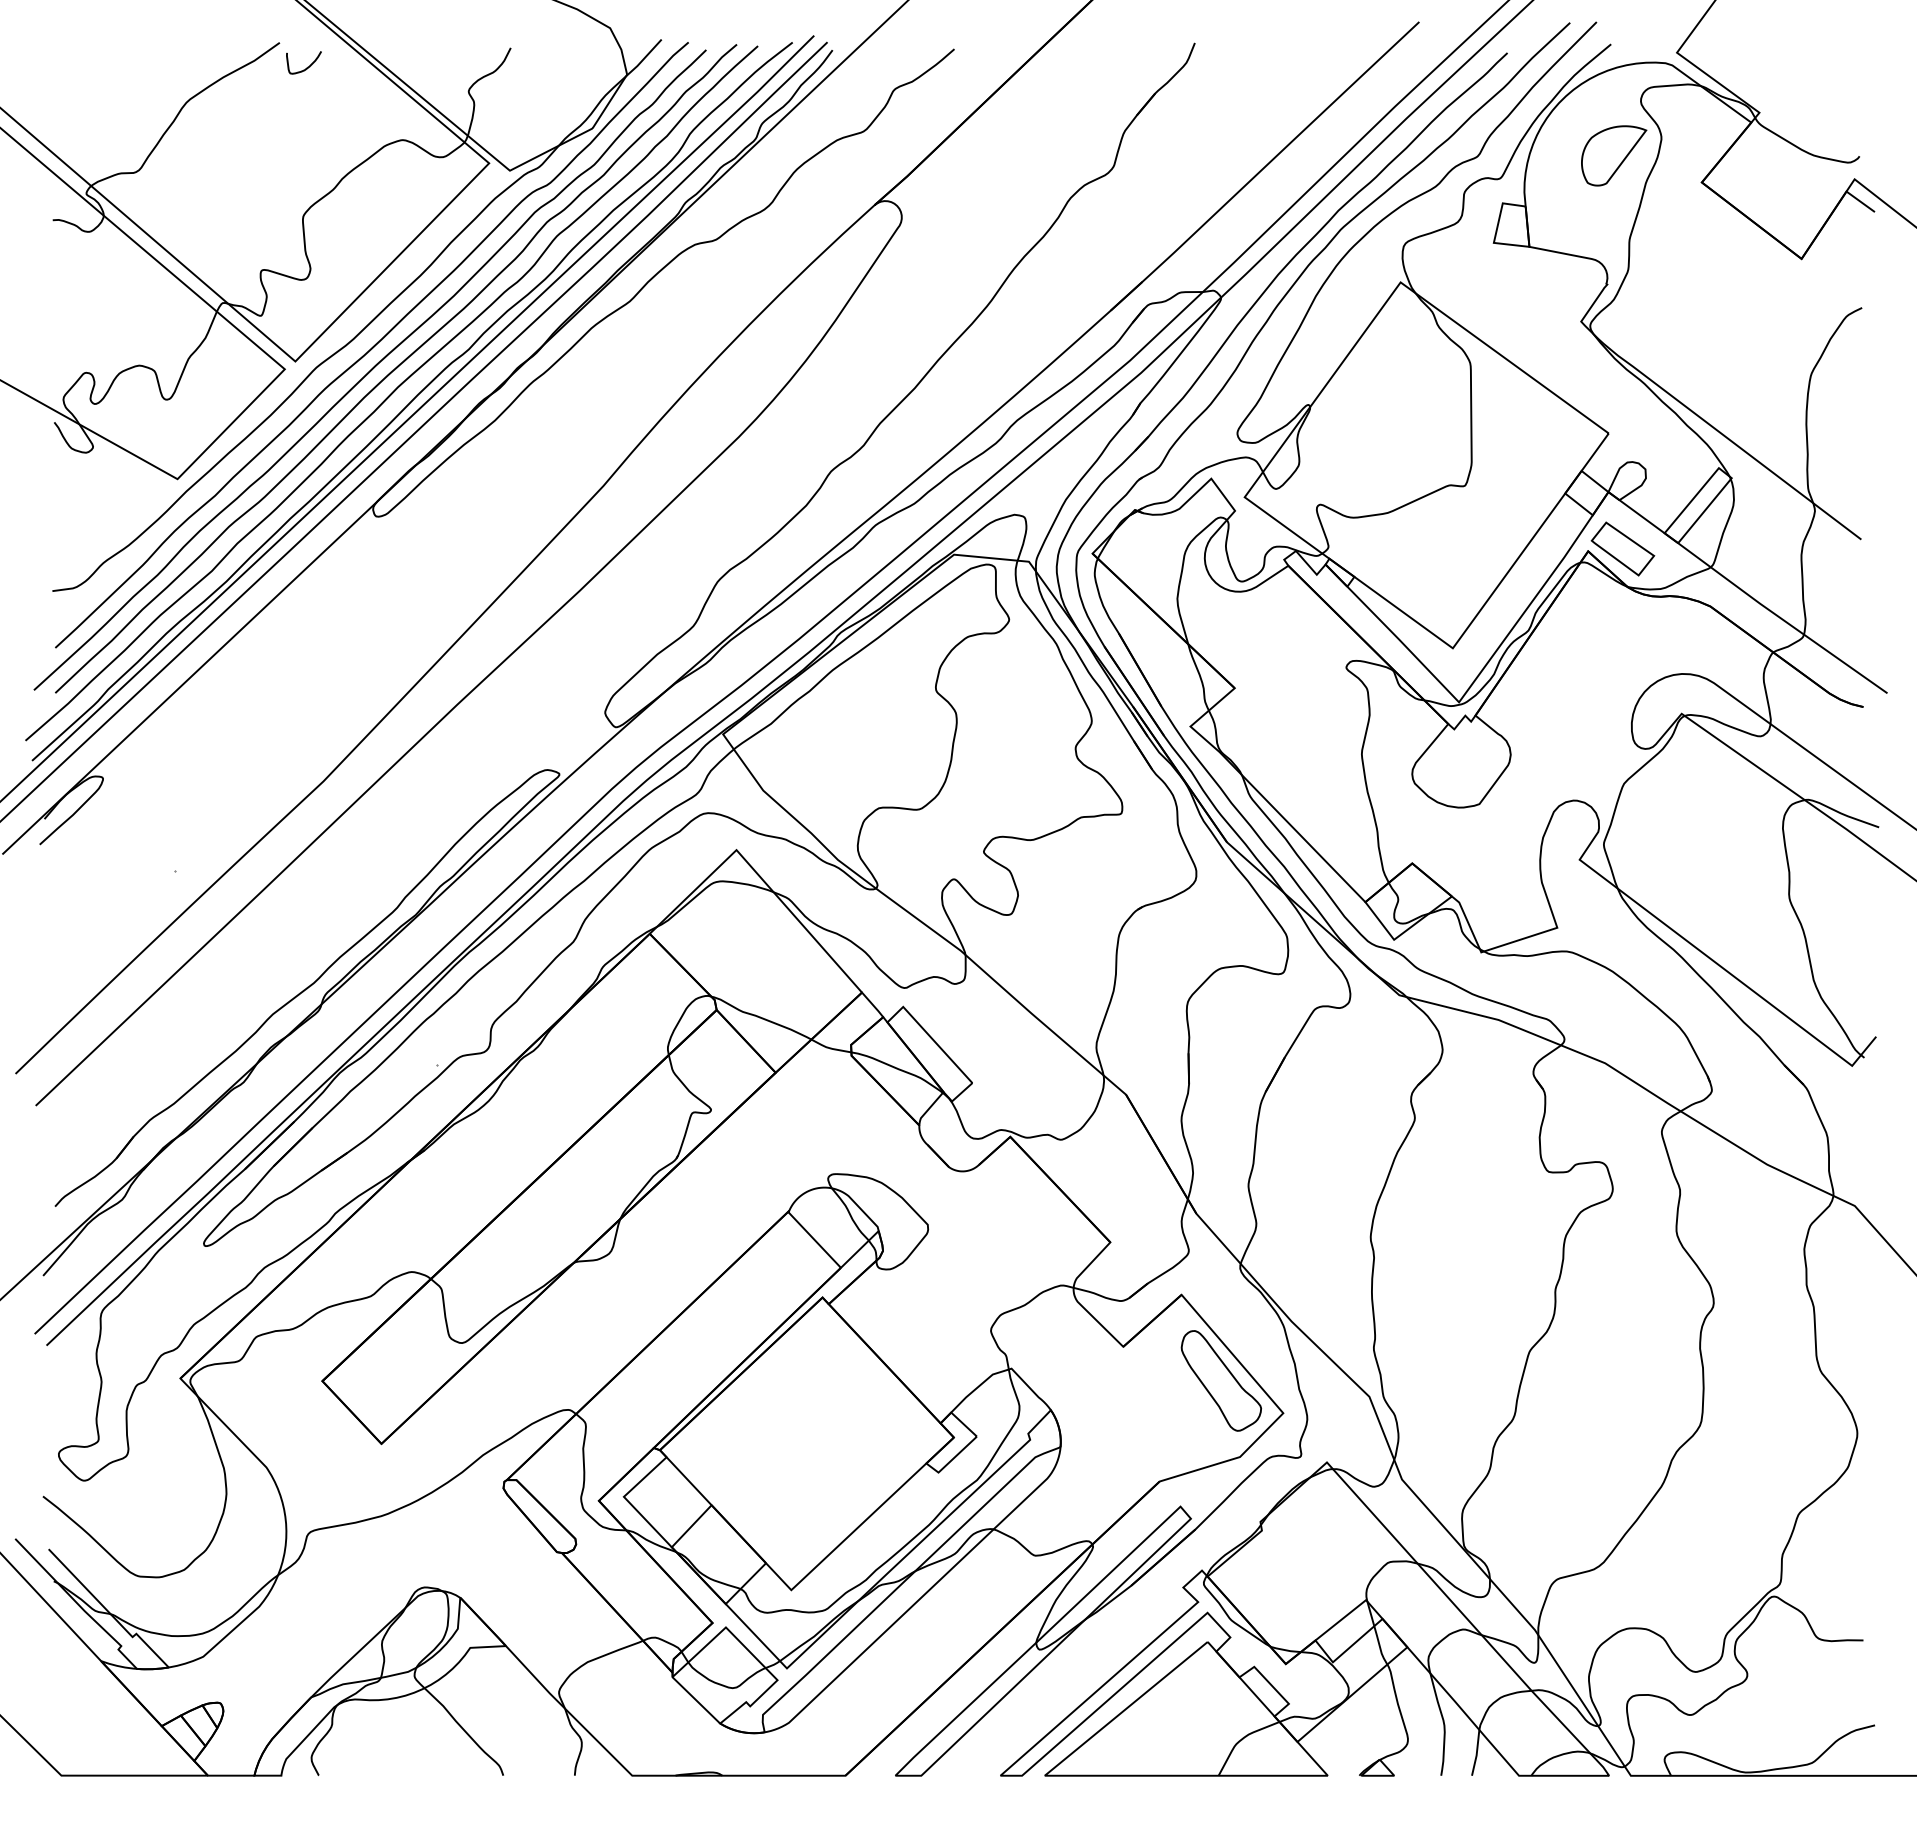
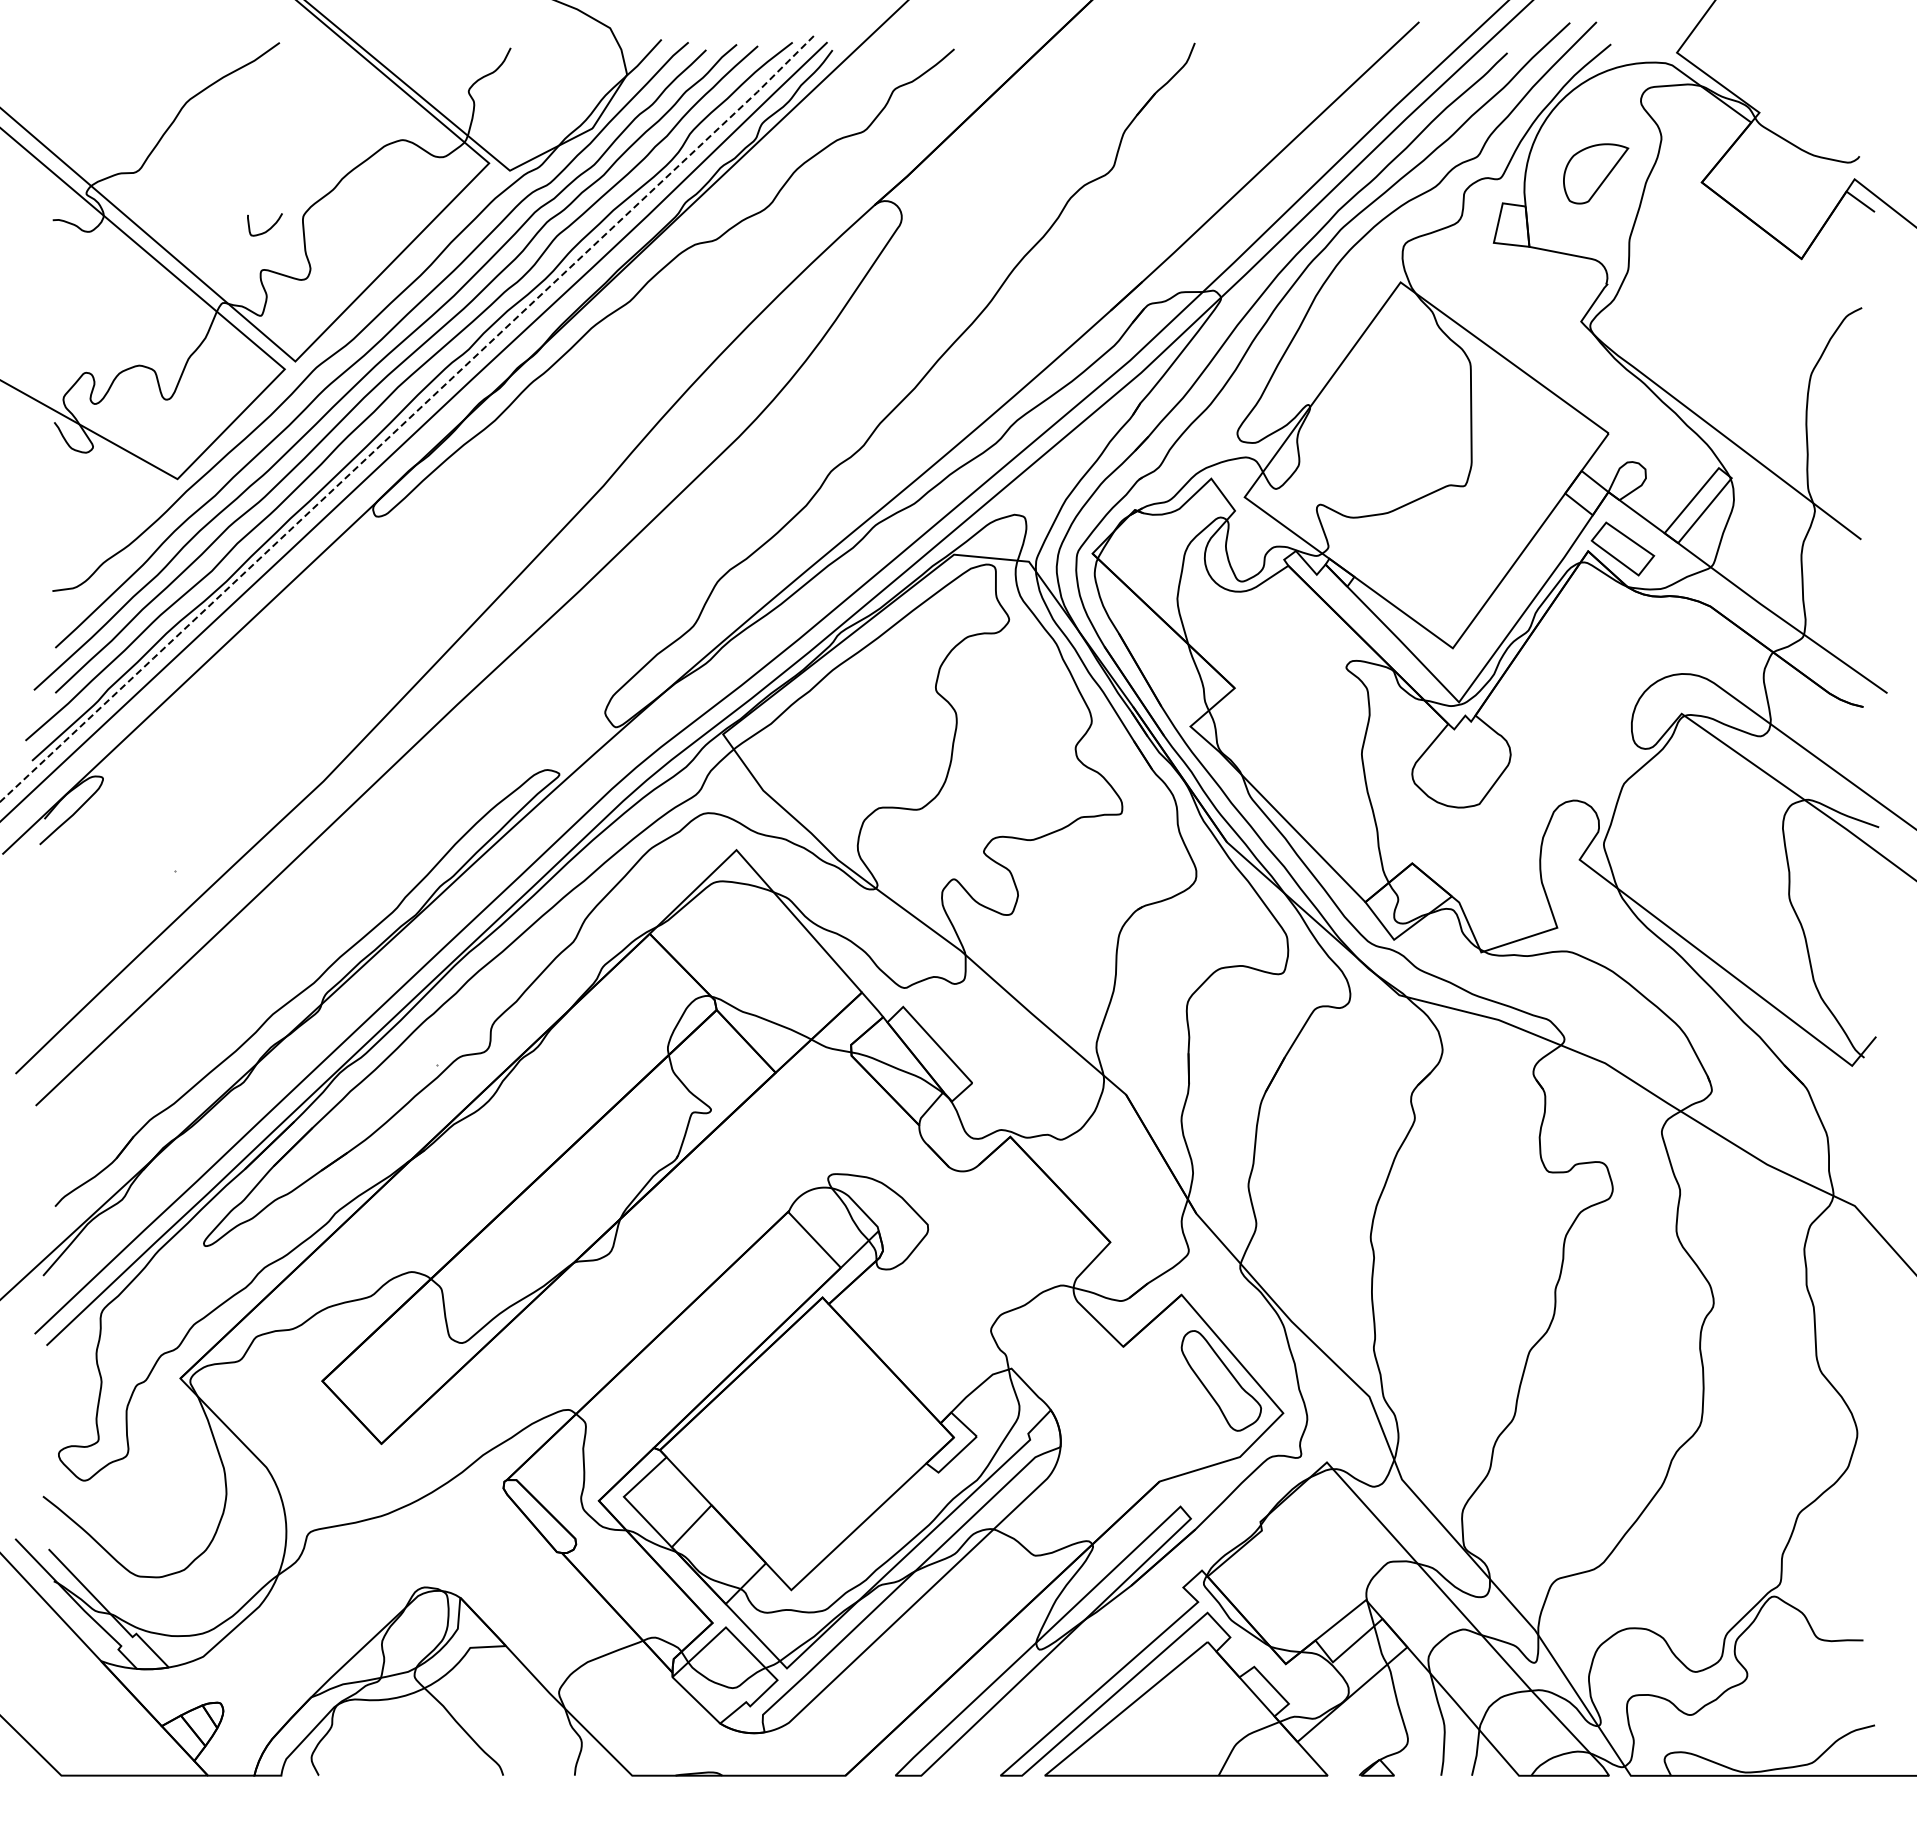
curve at (307, 66) position: (307, 66) -> (268, 228)
part at (1614, 155) position: (1614, 155) -> (1596, 173)
line at (408, 419): solid -> dashed
